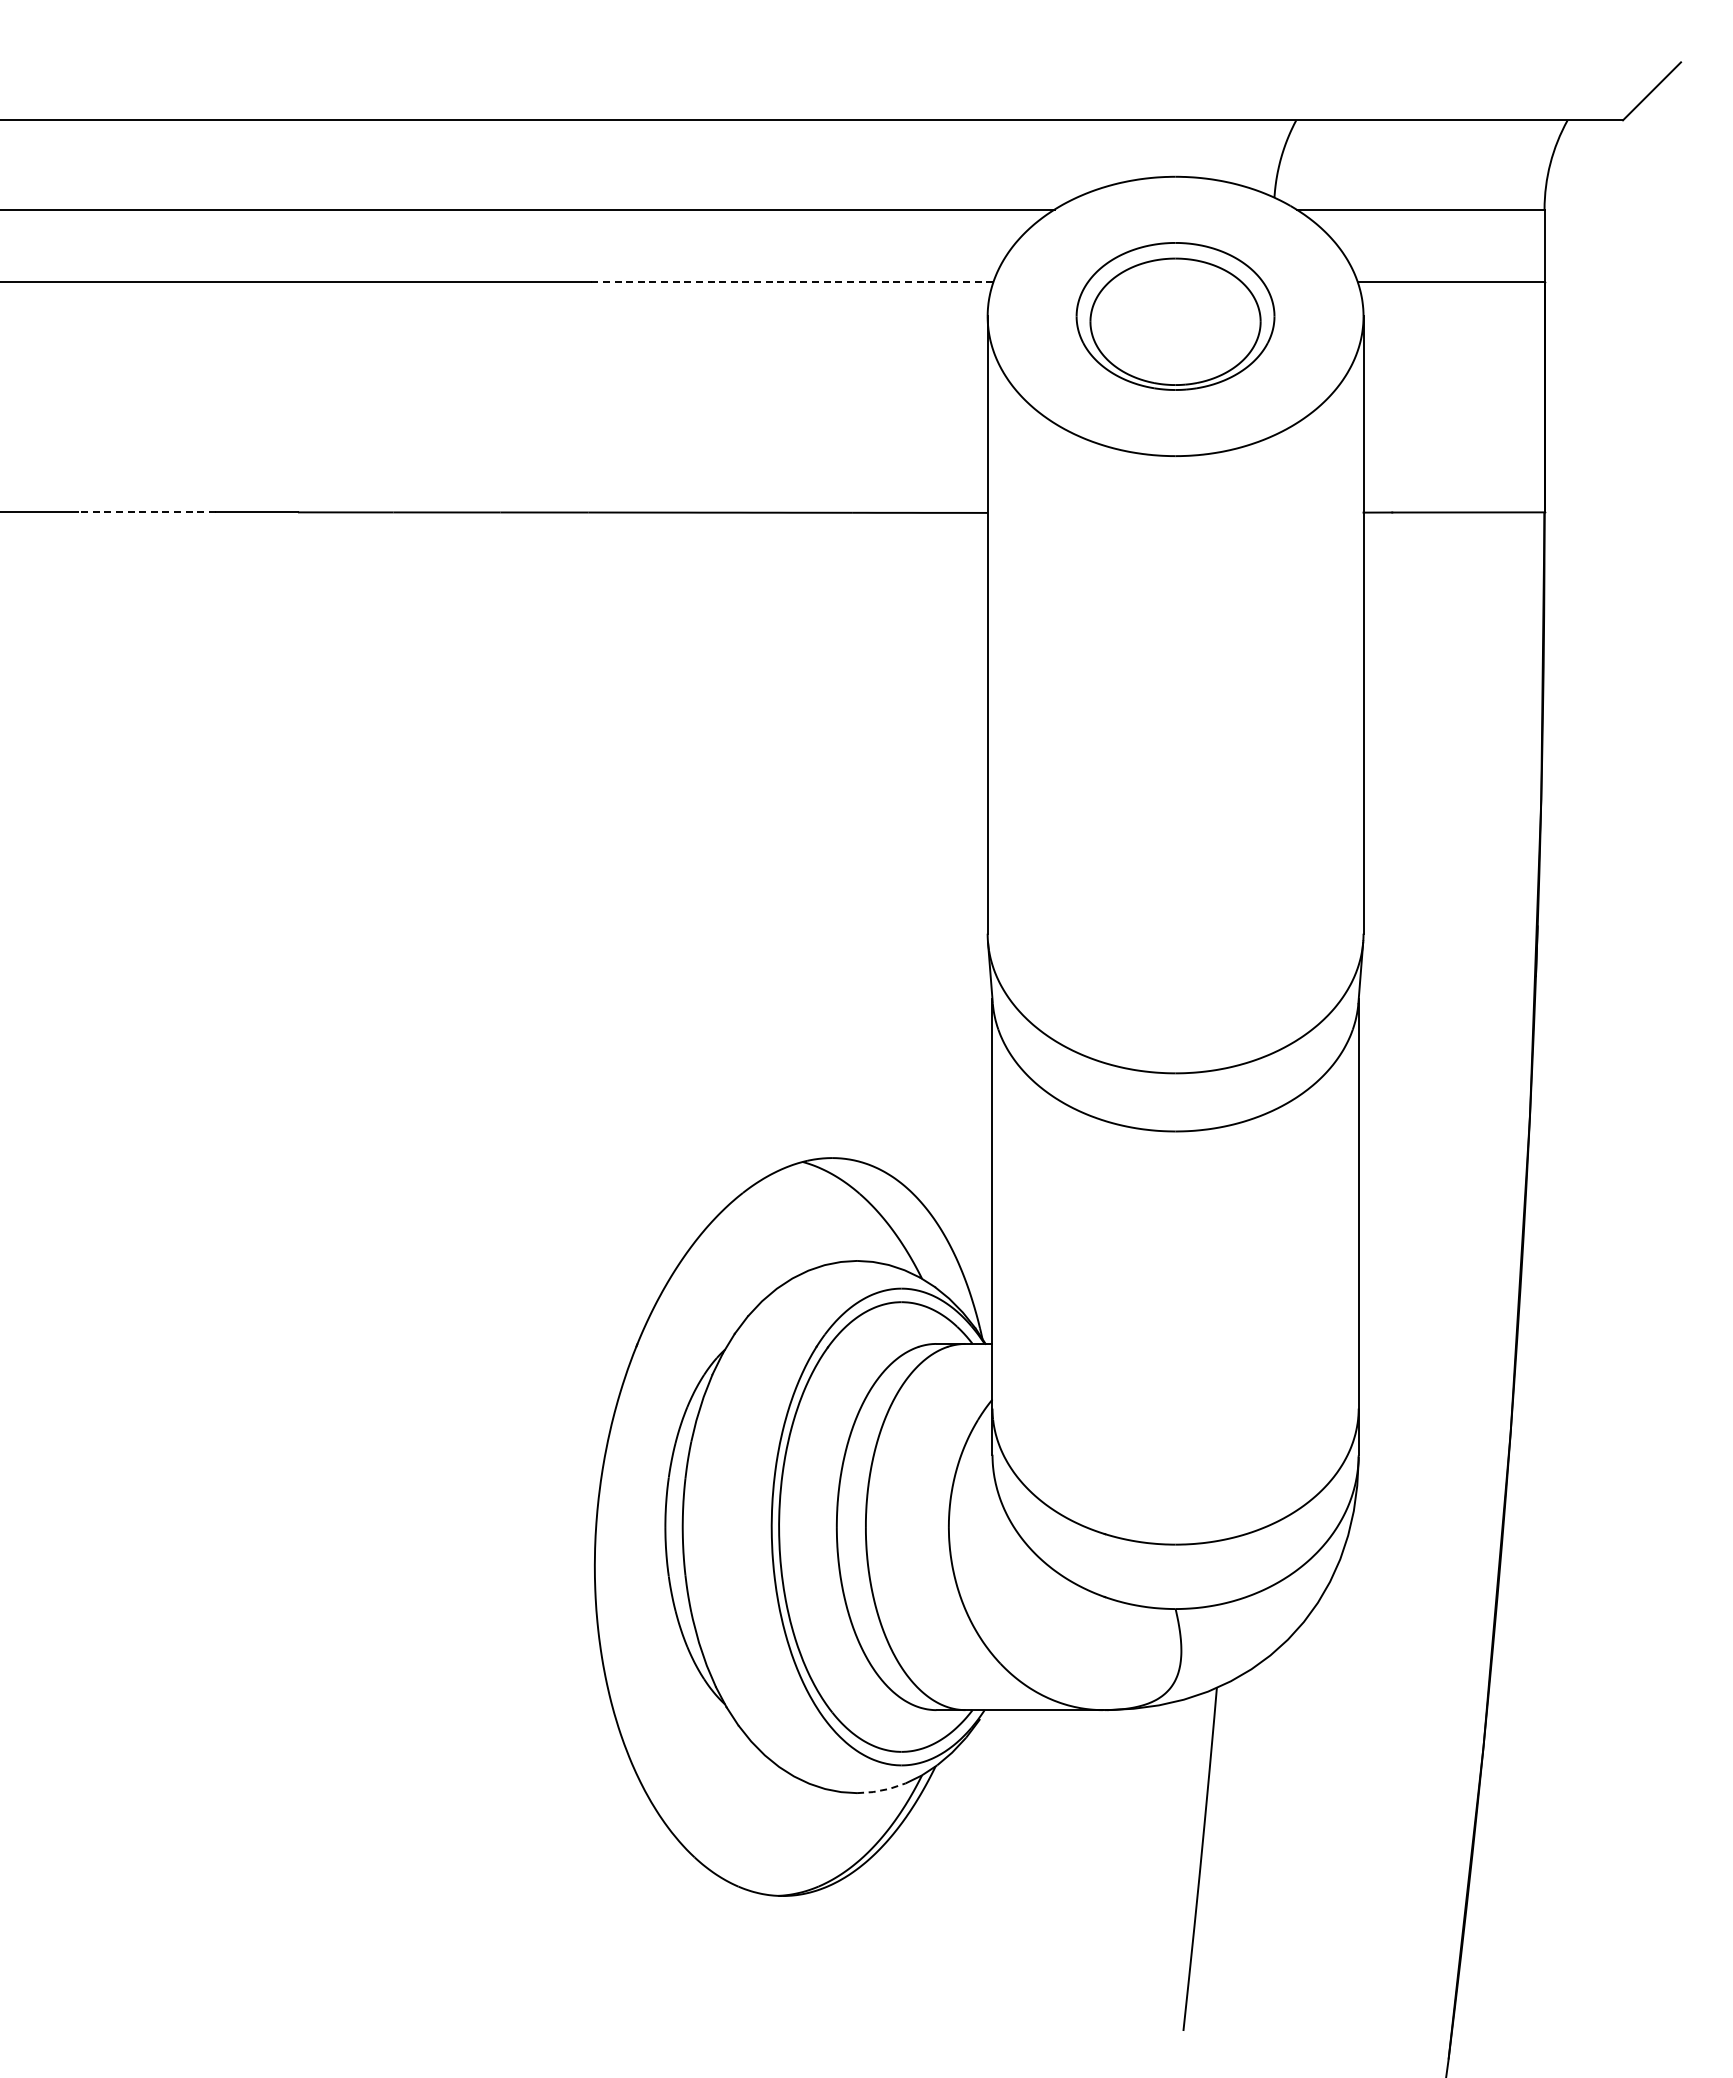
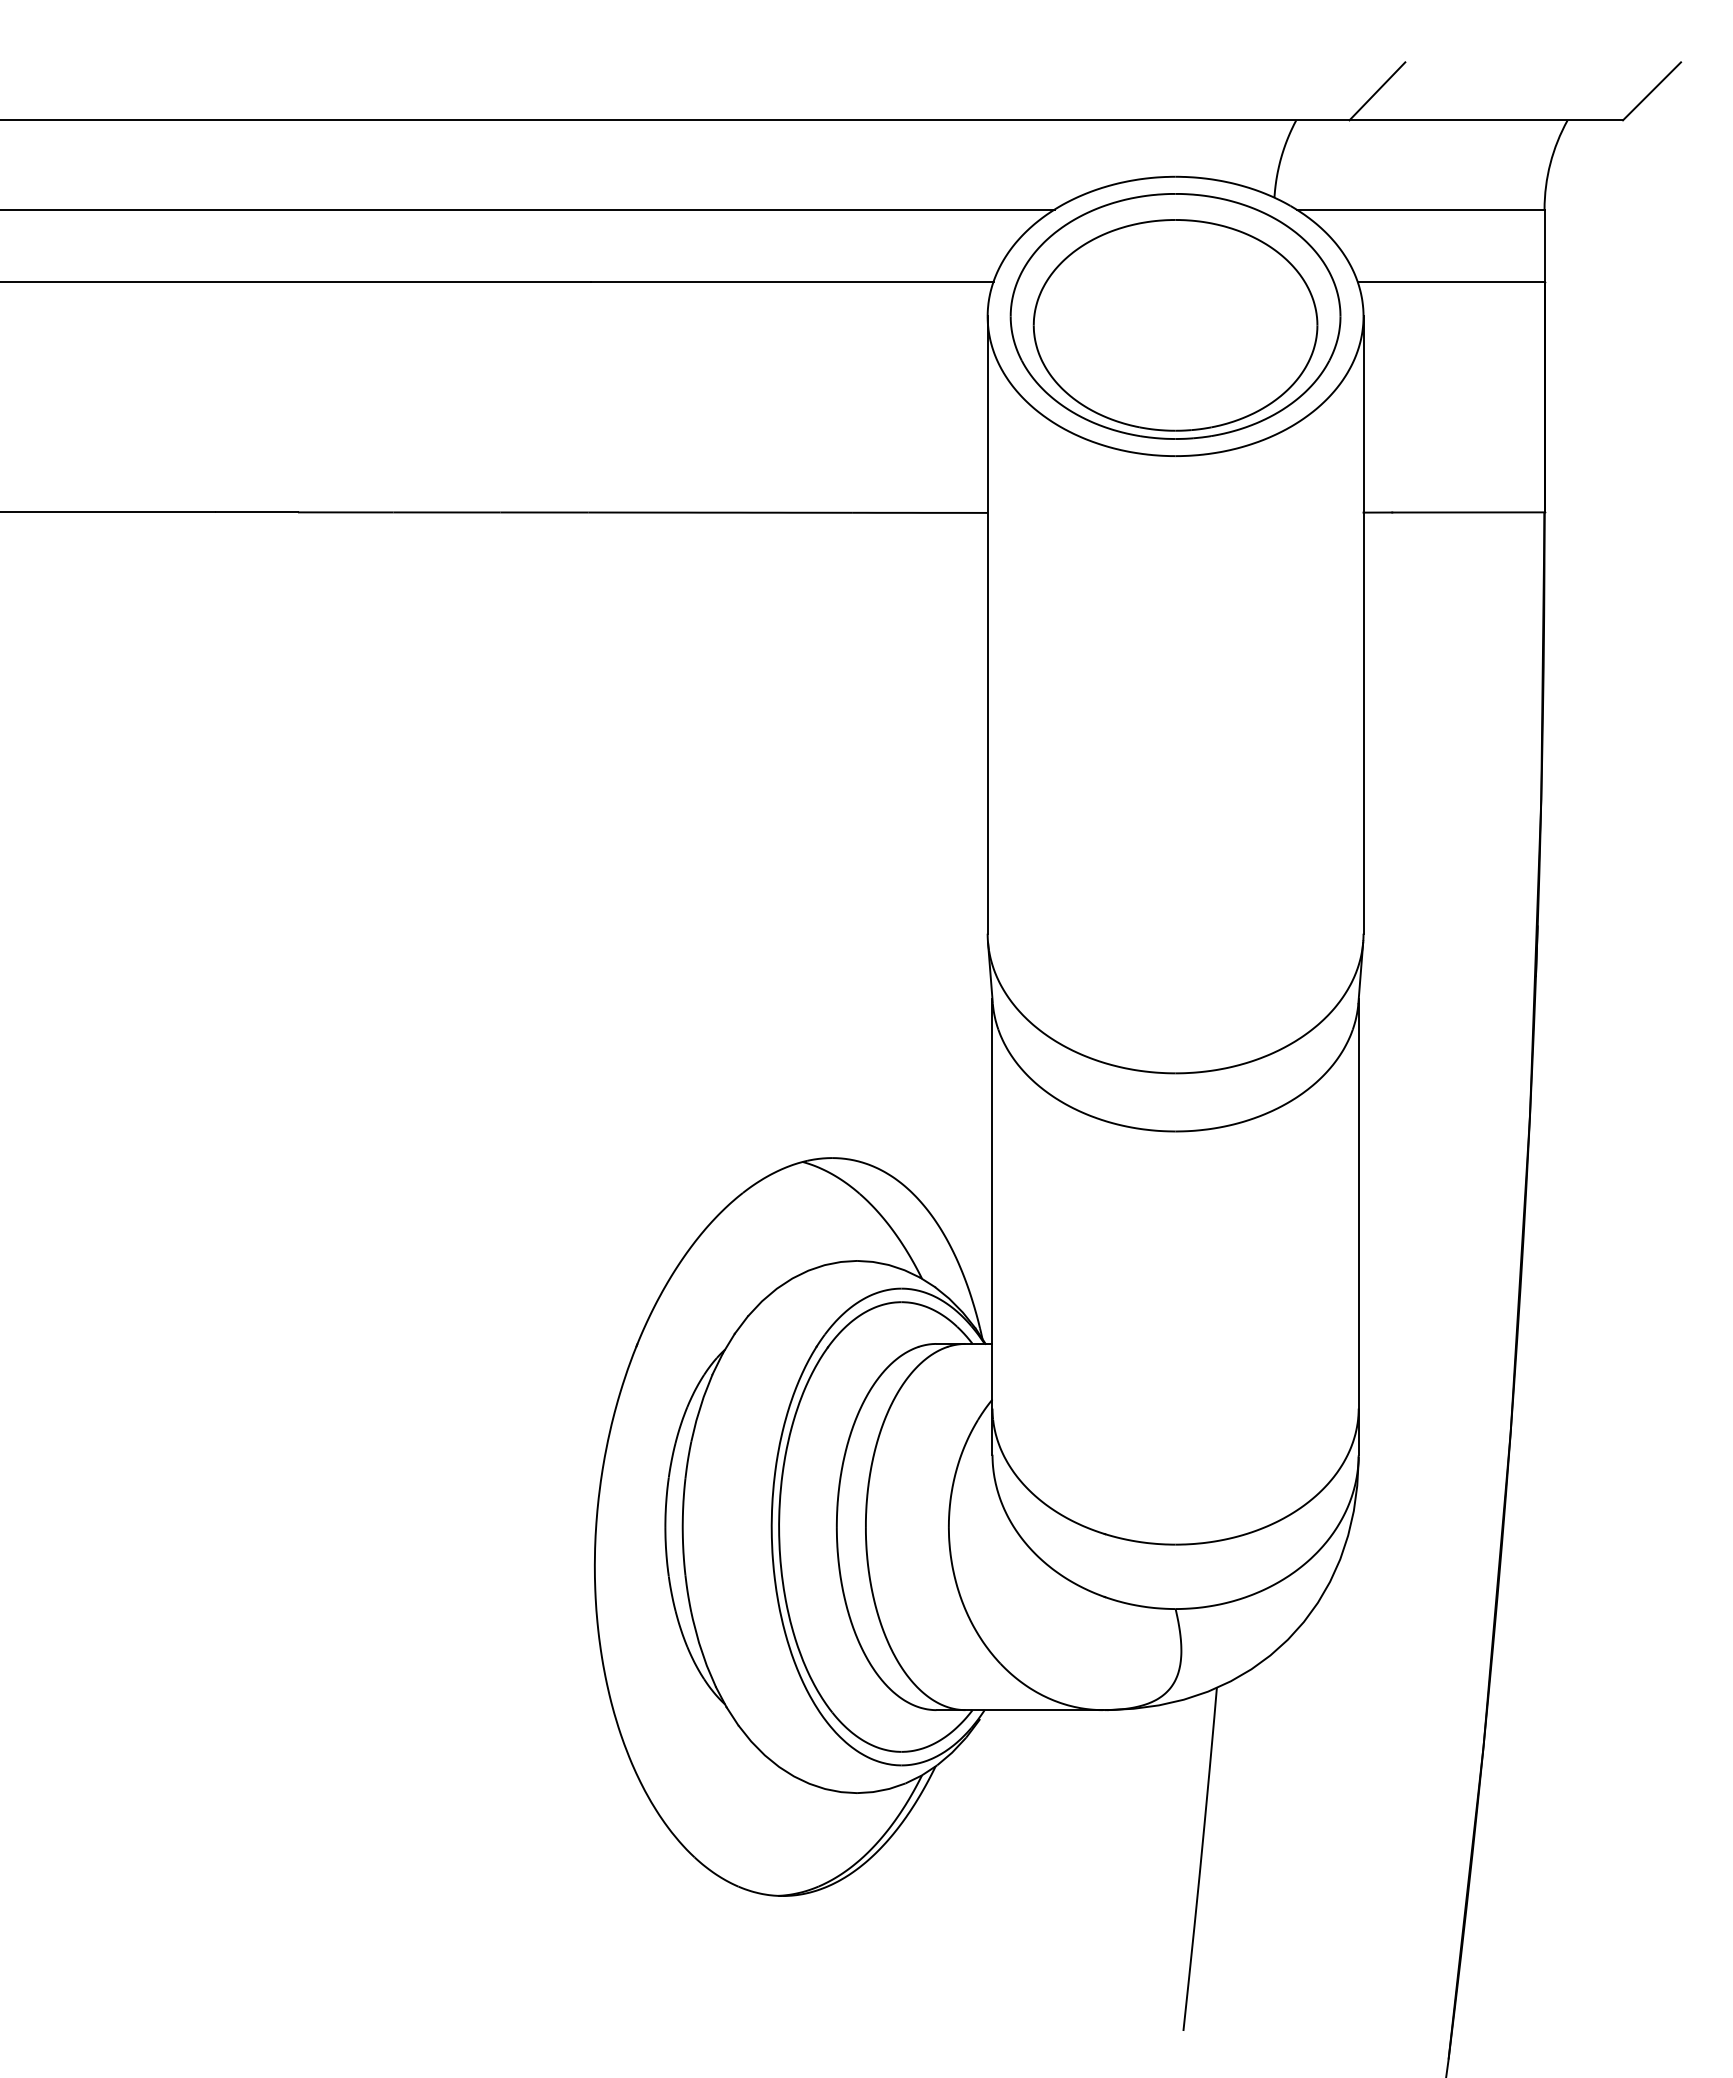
line at (1377, 91): none -> present
line at (793, 281): dashed -> solid
part at (1175, 316) size: 201x149 px -> 333x247 px
line at (148, 512): dashed -> solid
line at (881, 1790): dashed -> solid
